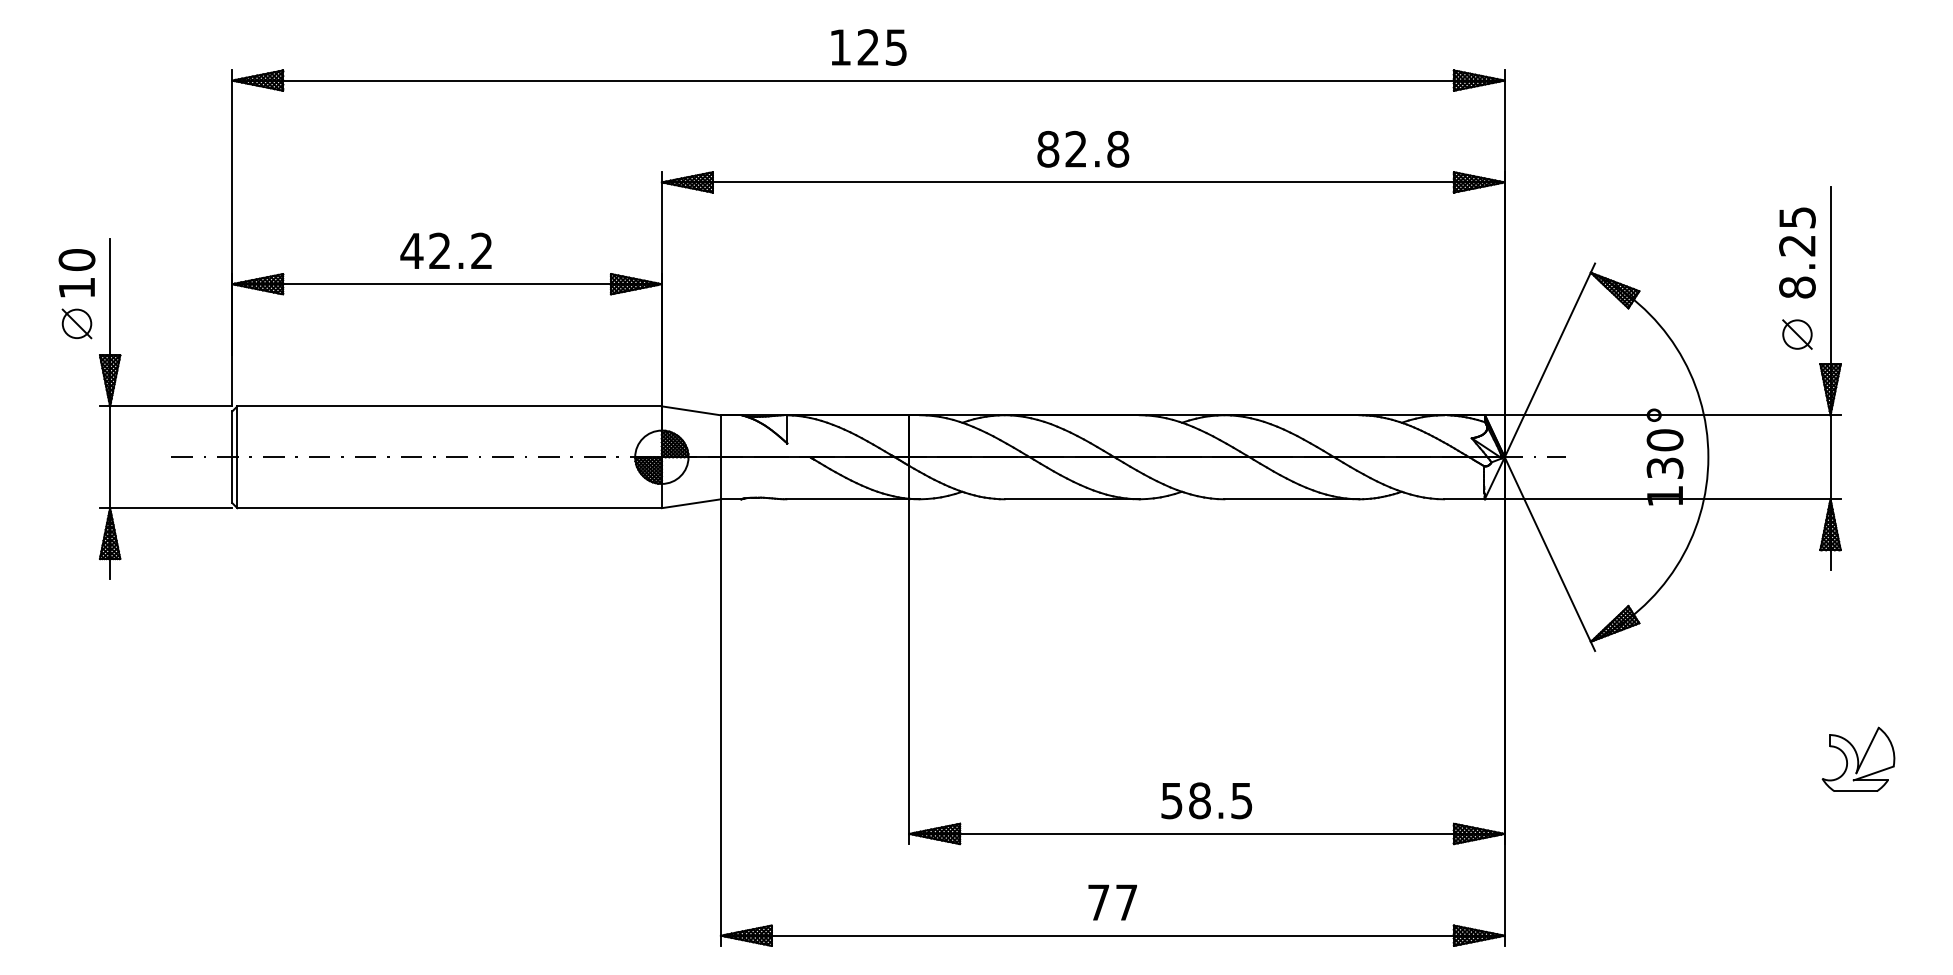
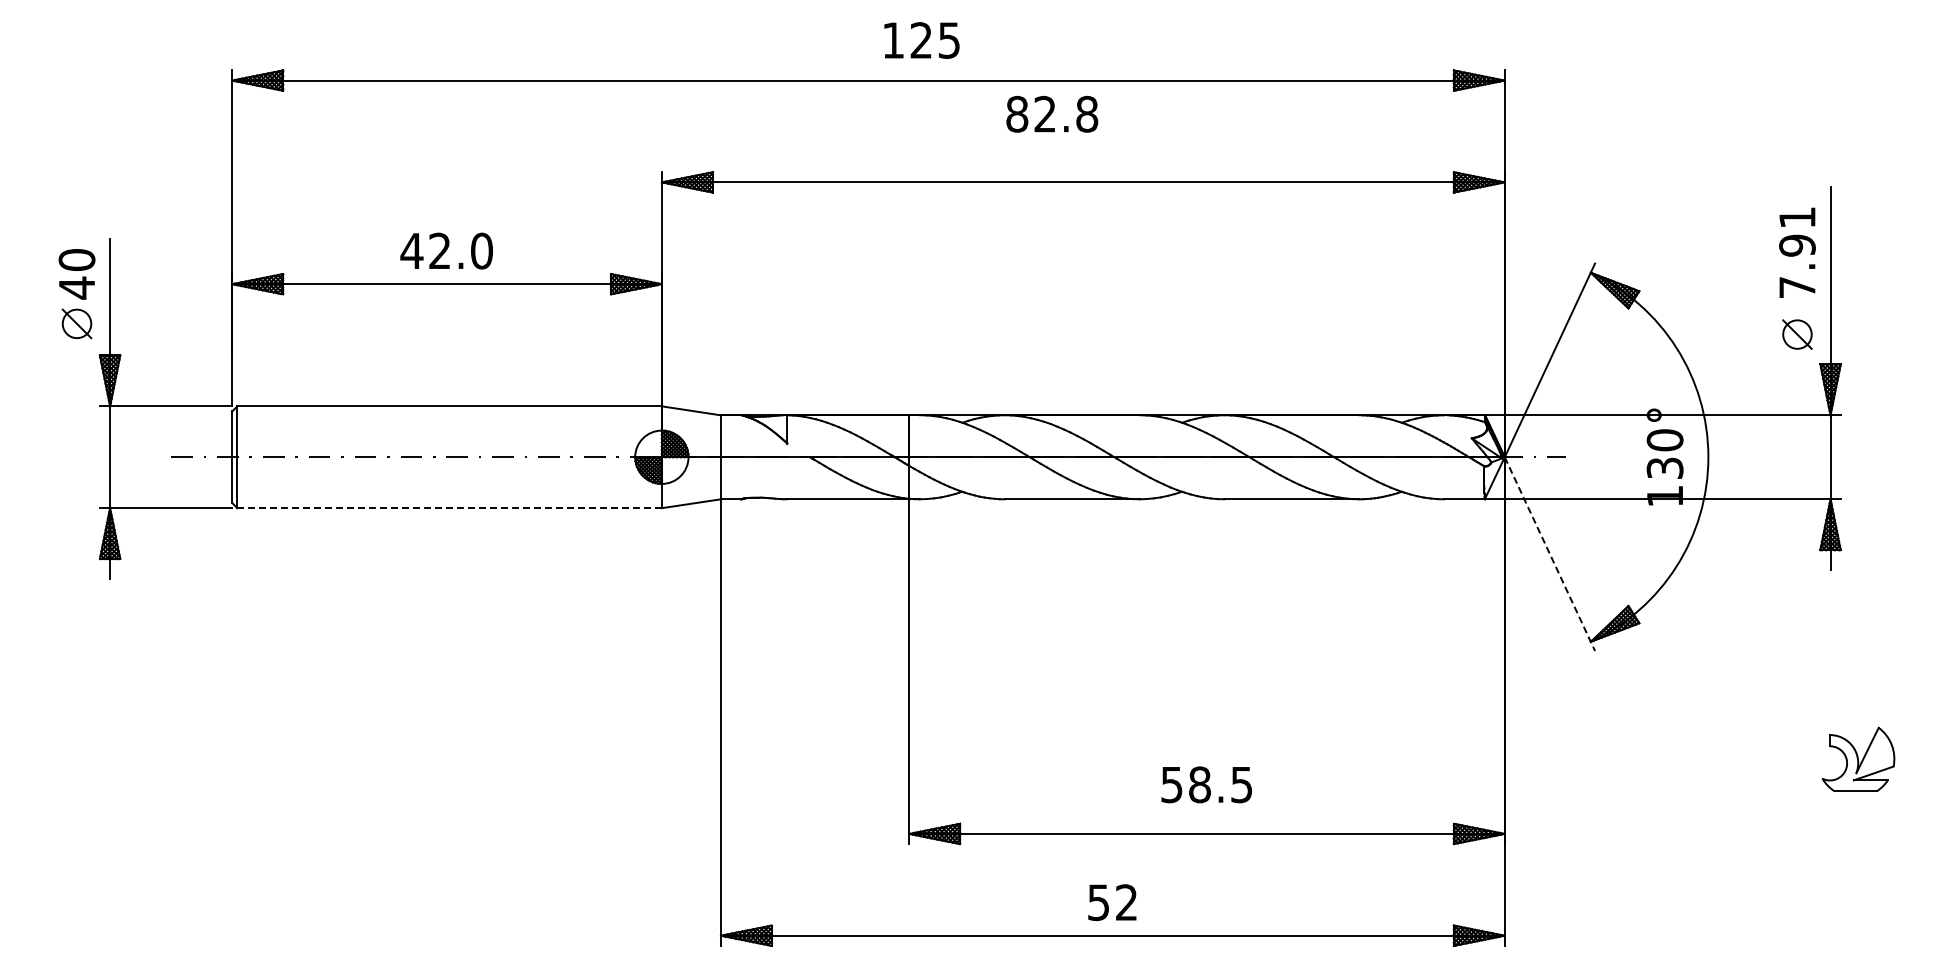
text at (868, 47) position: (868, 47) -> (921, 40)
text at (1083, 148) position: (1083, 148) -> (1052, 113)
text at (481, 250): 42.2 -> 42.0
text at (1797, 252): 8.25 -> 7.91
text at (76, 287): 10 -> 40
line at (450, 508): solid -> dashed
line at (1549, 554): solid -> dashed
text at (1206, 800) position: (1206, 800) -> (1206, 784)
text at (1112, 902): 77 -> 52
